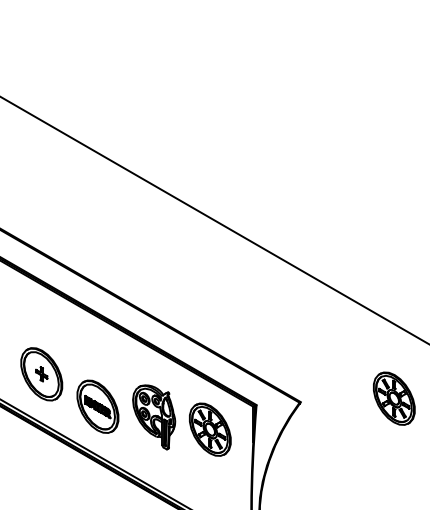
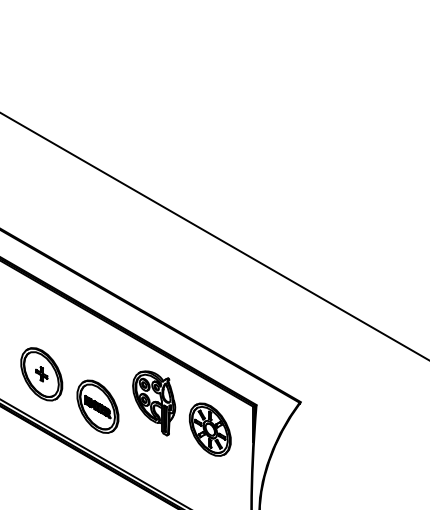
line at (214, 219) position: (214, 219) -> (214, 235)
part at (394, 398): present -> none
part at (154, 417) position: (154, 417) -> (154, 403)
